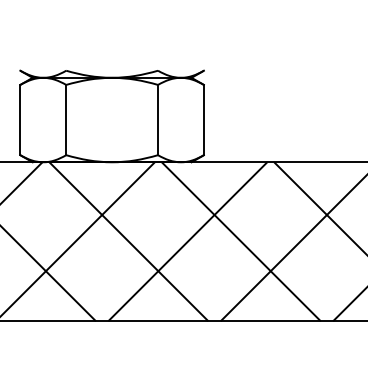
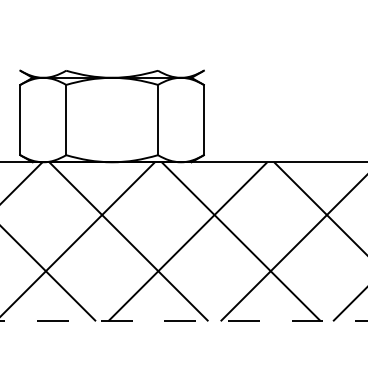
line at (184, 321): solid -> dashed
